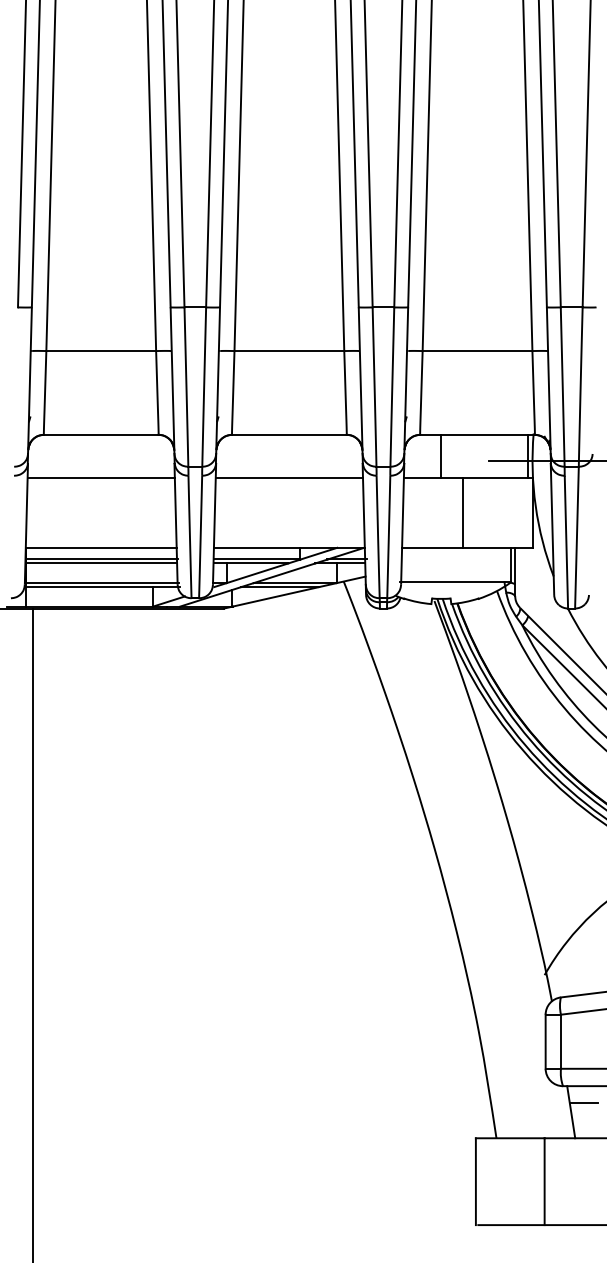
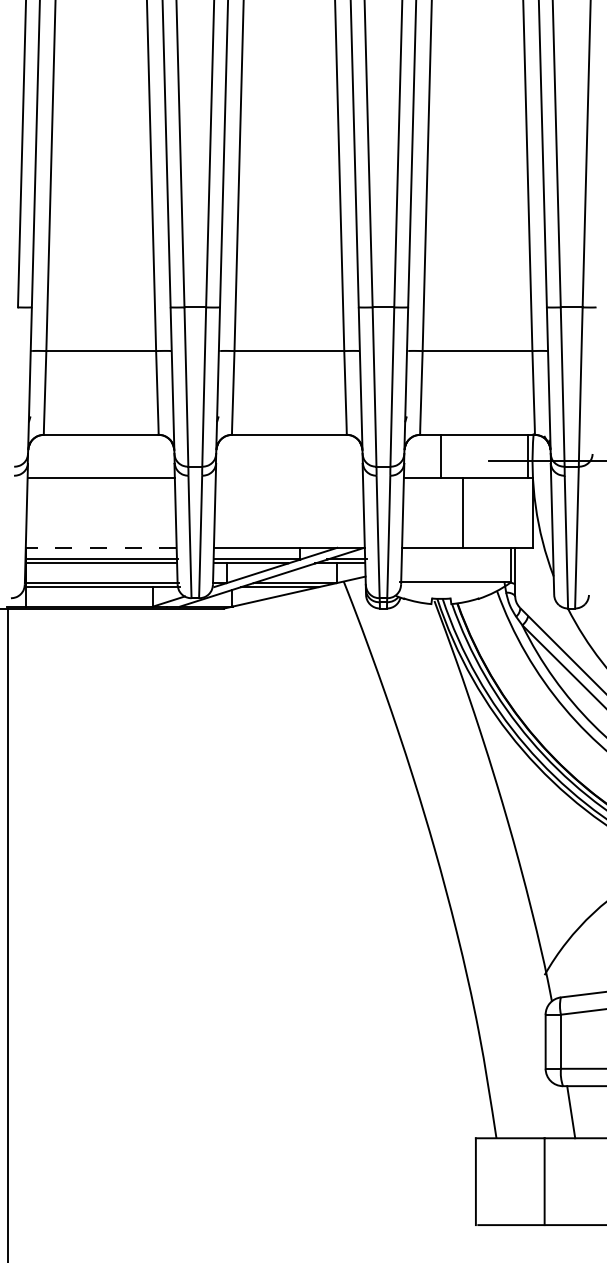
line at (289, 478): present -> none
line at (100, 547): solid -> dashed
line at (33, 933) position: (33, 933) -> (8, 933)
line at (583, 1103): present -> none
